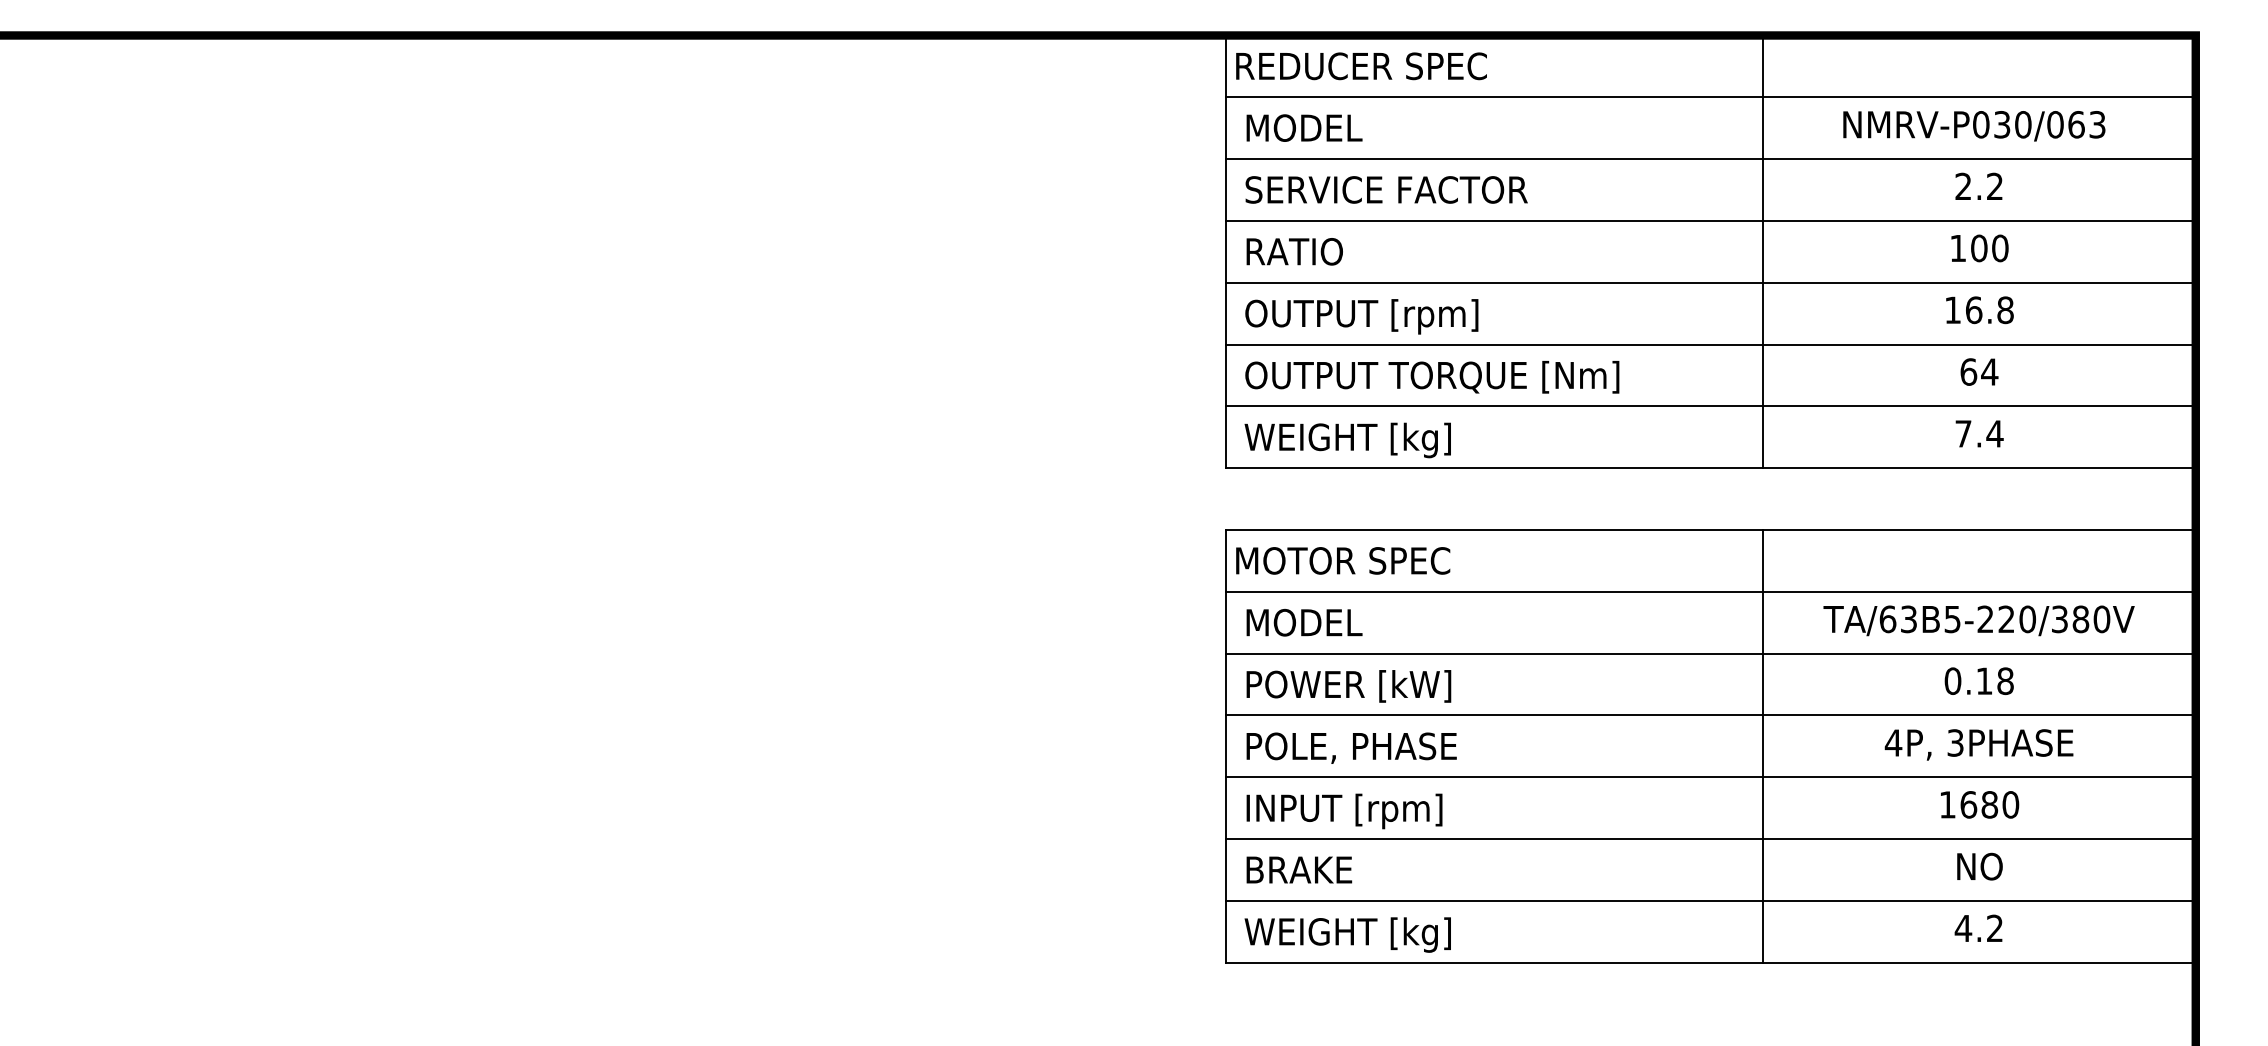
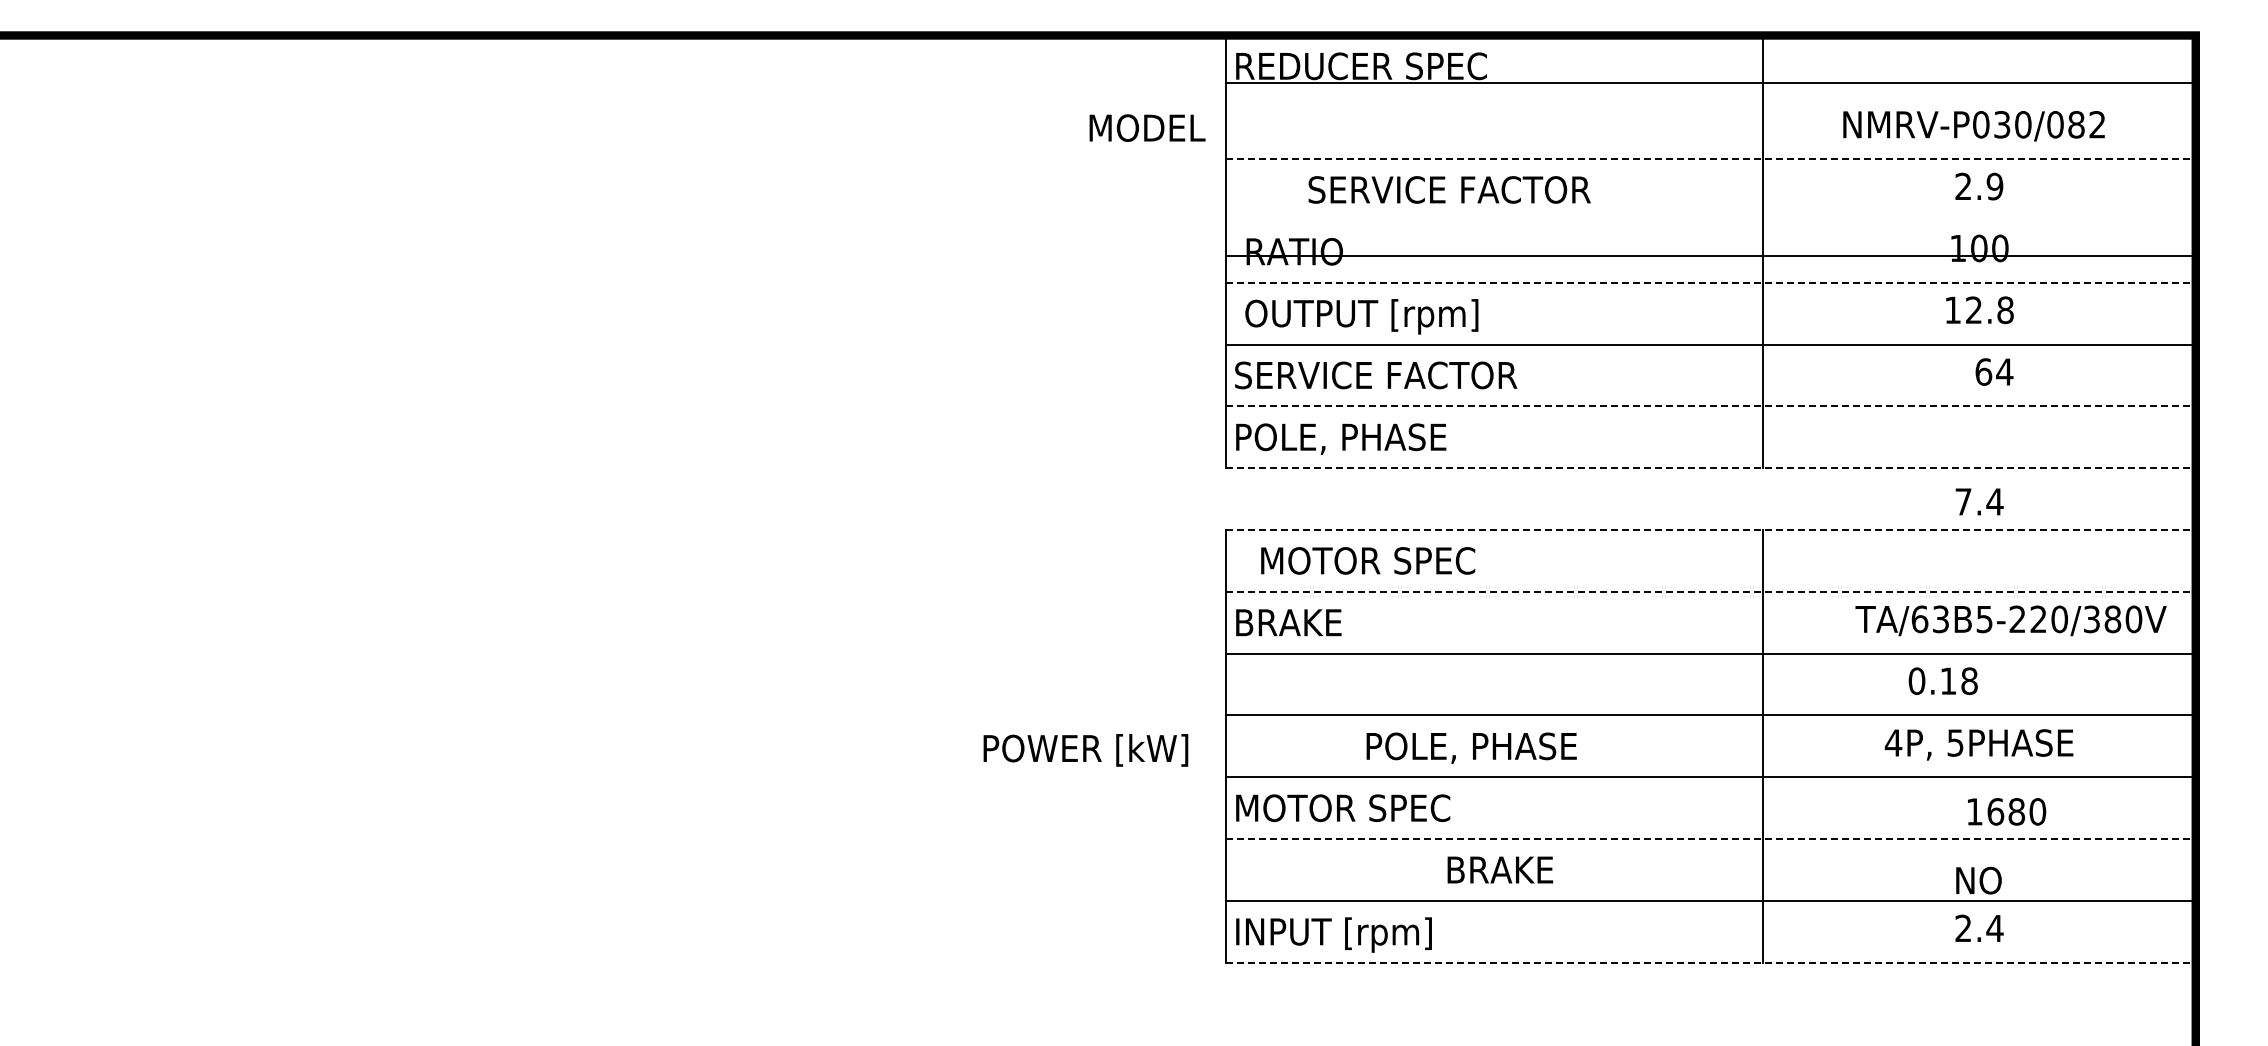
line at (1710, 97) position: (1710, 97) -> (1710, 83)
text at (2086, 124): NMRV-P030/063 -> NMRV-P030/082
text at (1304, 127) position: (1304, 127) -> (1147, 127)
line at (1710, 159): solid -> dashed
text at (1994, 186): 2.2 -> 2.9
text at (1386, 189) position: (1386, 189) -> (1449, 189)
line at (1710, 220) position: (1710, 220) -> (1710, 255)
line at (1710, 282): solid -> dashed
text at (1974, 310): 16.8 -> 12.8
text at (1979, 371) position: (1979, 371) -> (1994, 371)
text at (1427, 376): OUTPUT TORQUE [Nm] -> SERVICE FACTOR
line at (1710, 406): solid -> dashed
text at (1979, 433) position: (1979, 433) -> (1979, 501)
text at (1343, 440): WEIGHT [kg] -> POLE, PHASE
line at (1710, 468): solid -> dashed
line at (1710, 529): solid -> dashed
text at (1343, 560) position: (1343, 560) -> (1368, 560)
line at (1710, 591): solid -> dashed
text at (1978, 620) position: (1978, 620) -> (2010, 620)
text at (1299, 622): MODEL -> BRAKE
text at (1978, 680) position: (1978, 680) -> (1942, 680)
text at (1348, 686) position: (1348, 686) -> (1085, 750)
text at (1955, 742): 3PHASE -> 5PHASE
text at (1351, 747) position: (1351, 747) -> (1471, 747)
text at (1980, 804) position: (1980, 804) -> (2007, 811)
text at (1343, 811): INPUT [rpm] -> MOTOR SPEC
line at (1710, 839): solid -> dashed
text at (1979, 866) position: (1979, 866) -> (1978, 880)
text at (1299, 869) position: (1299, 869) -> (1500, 869)
text at (1978, 927): 4.2 -> 2.4
text at (1343, 934): WEIGHT [kg] -> INPUT [rpm]
line at (1710, 962): solid -> dashed
